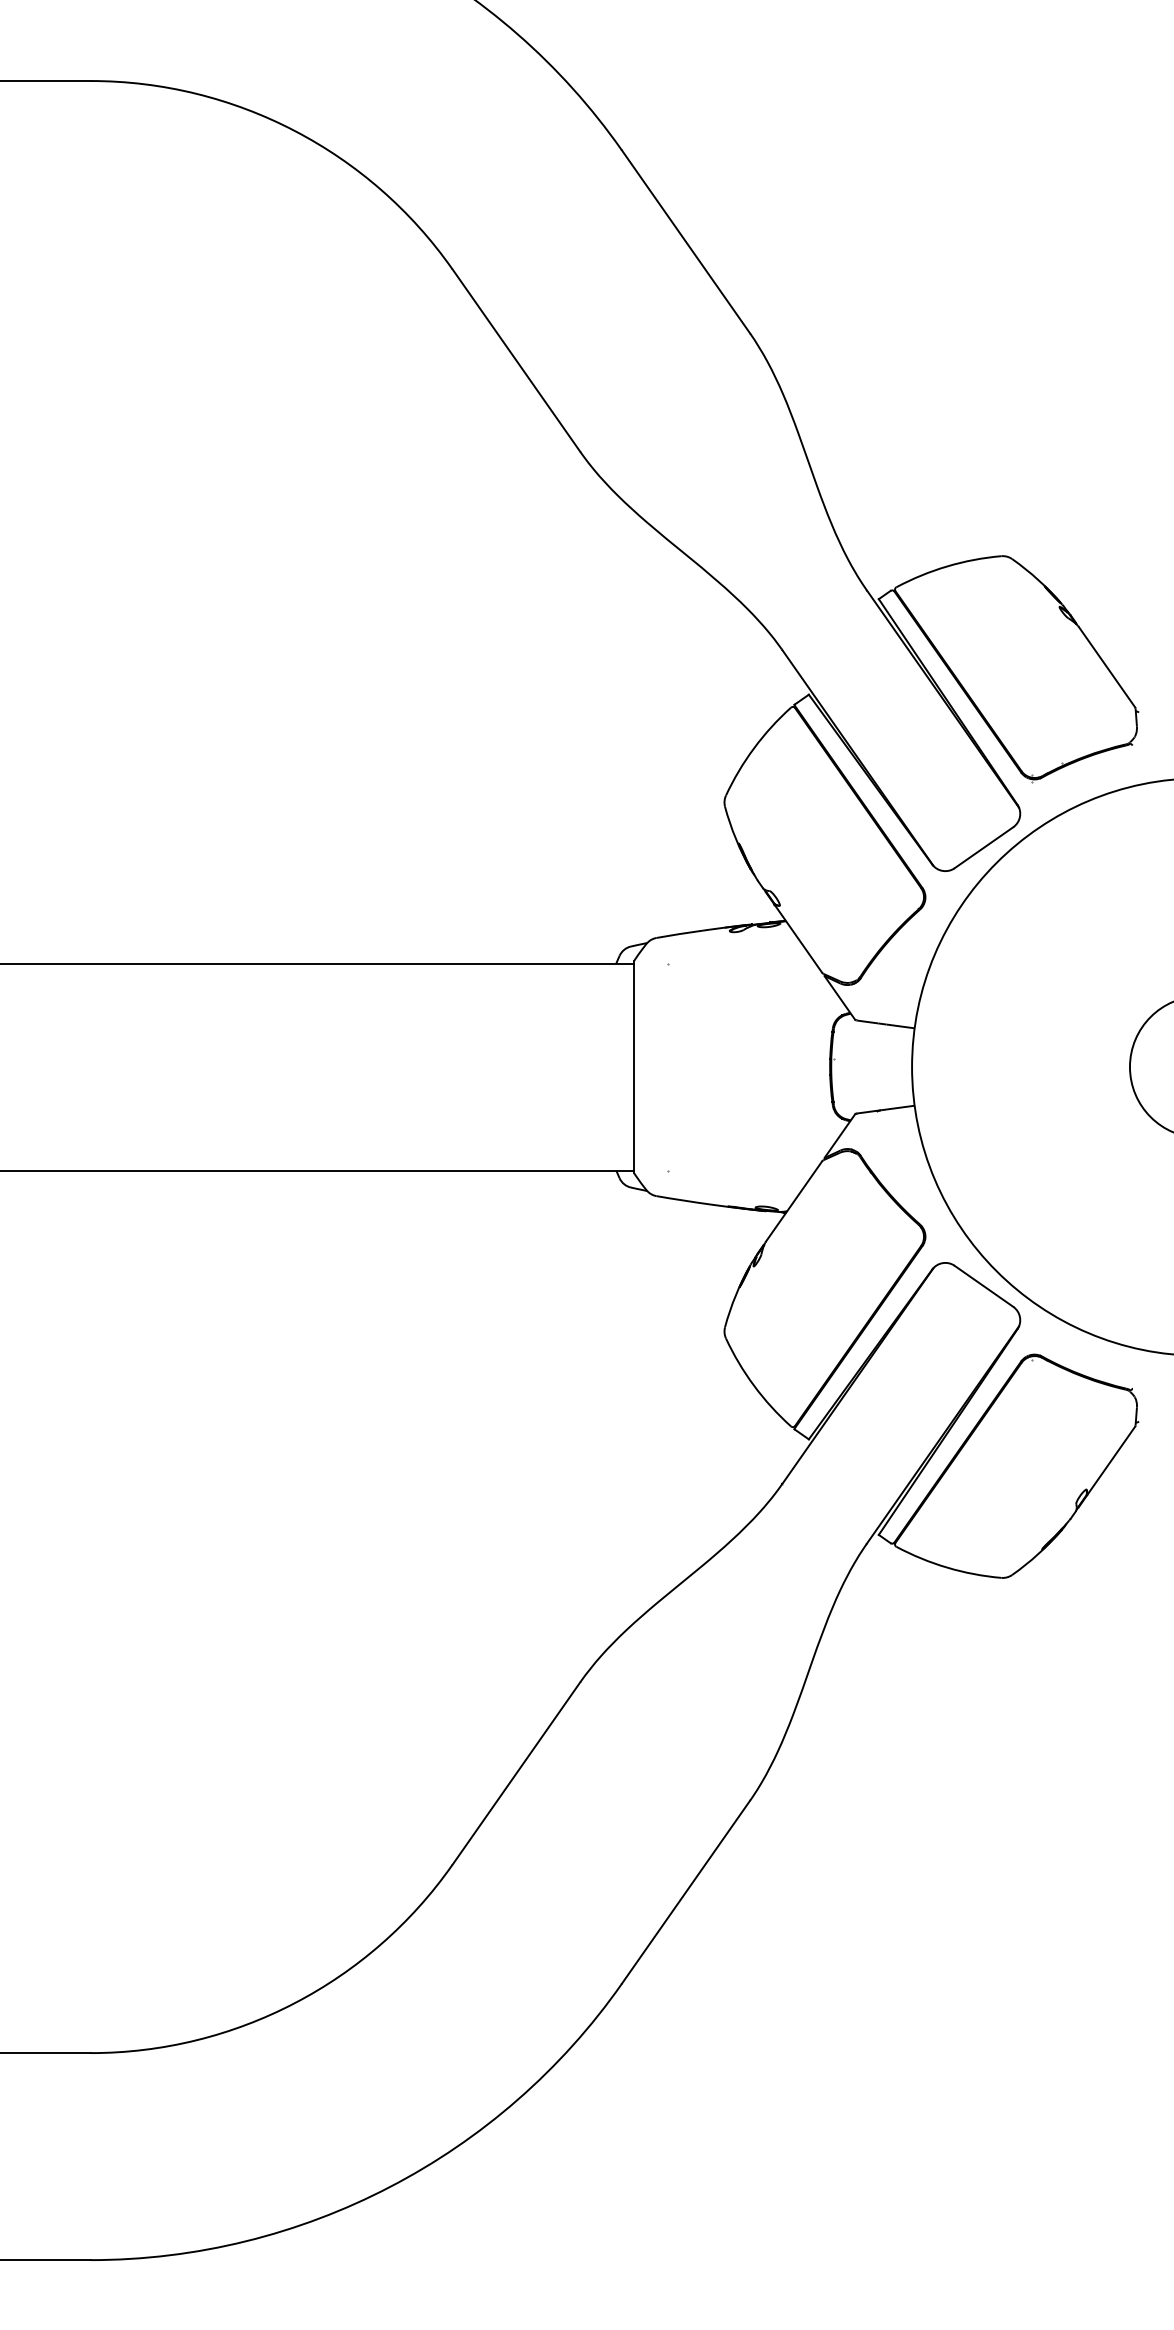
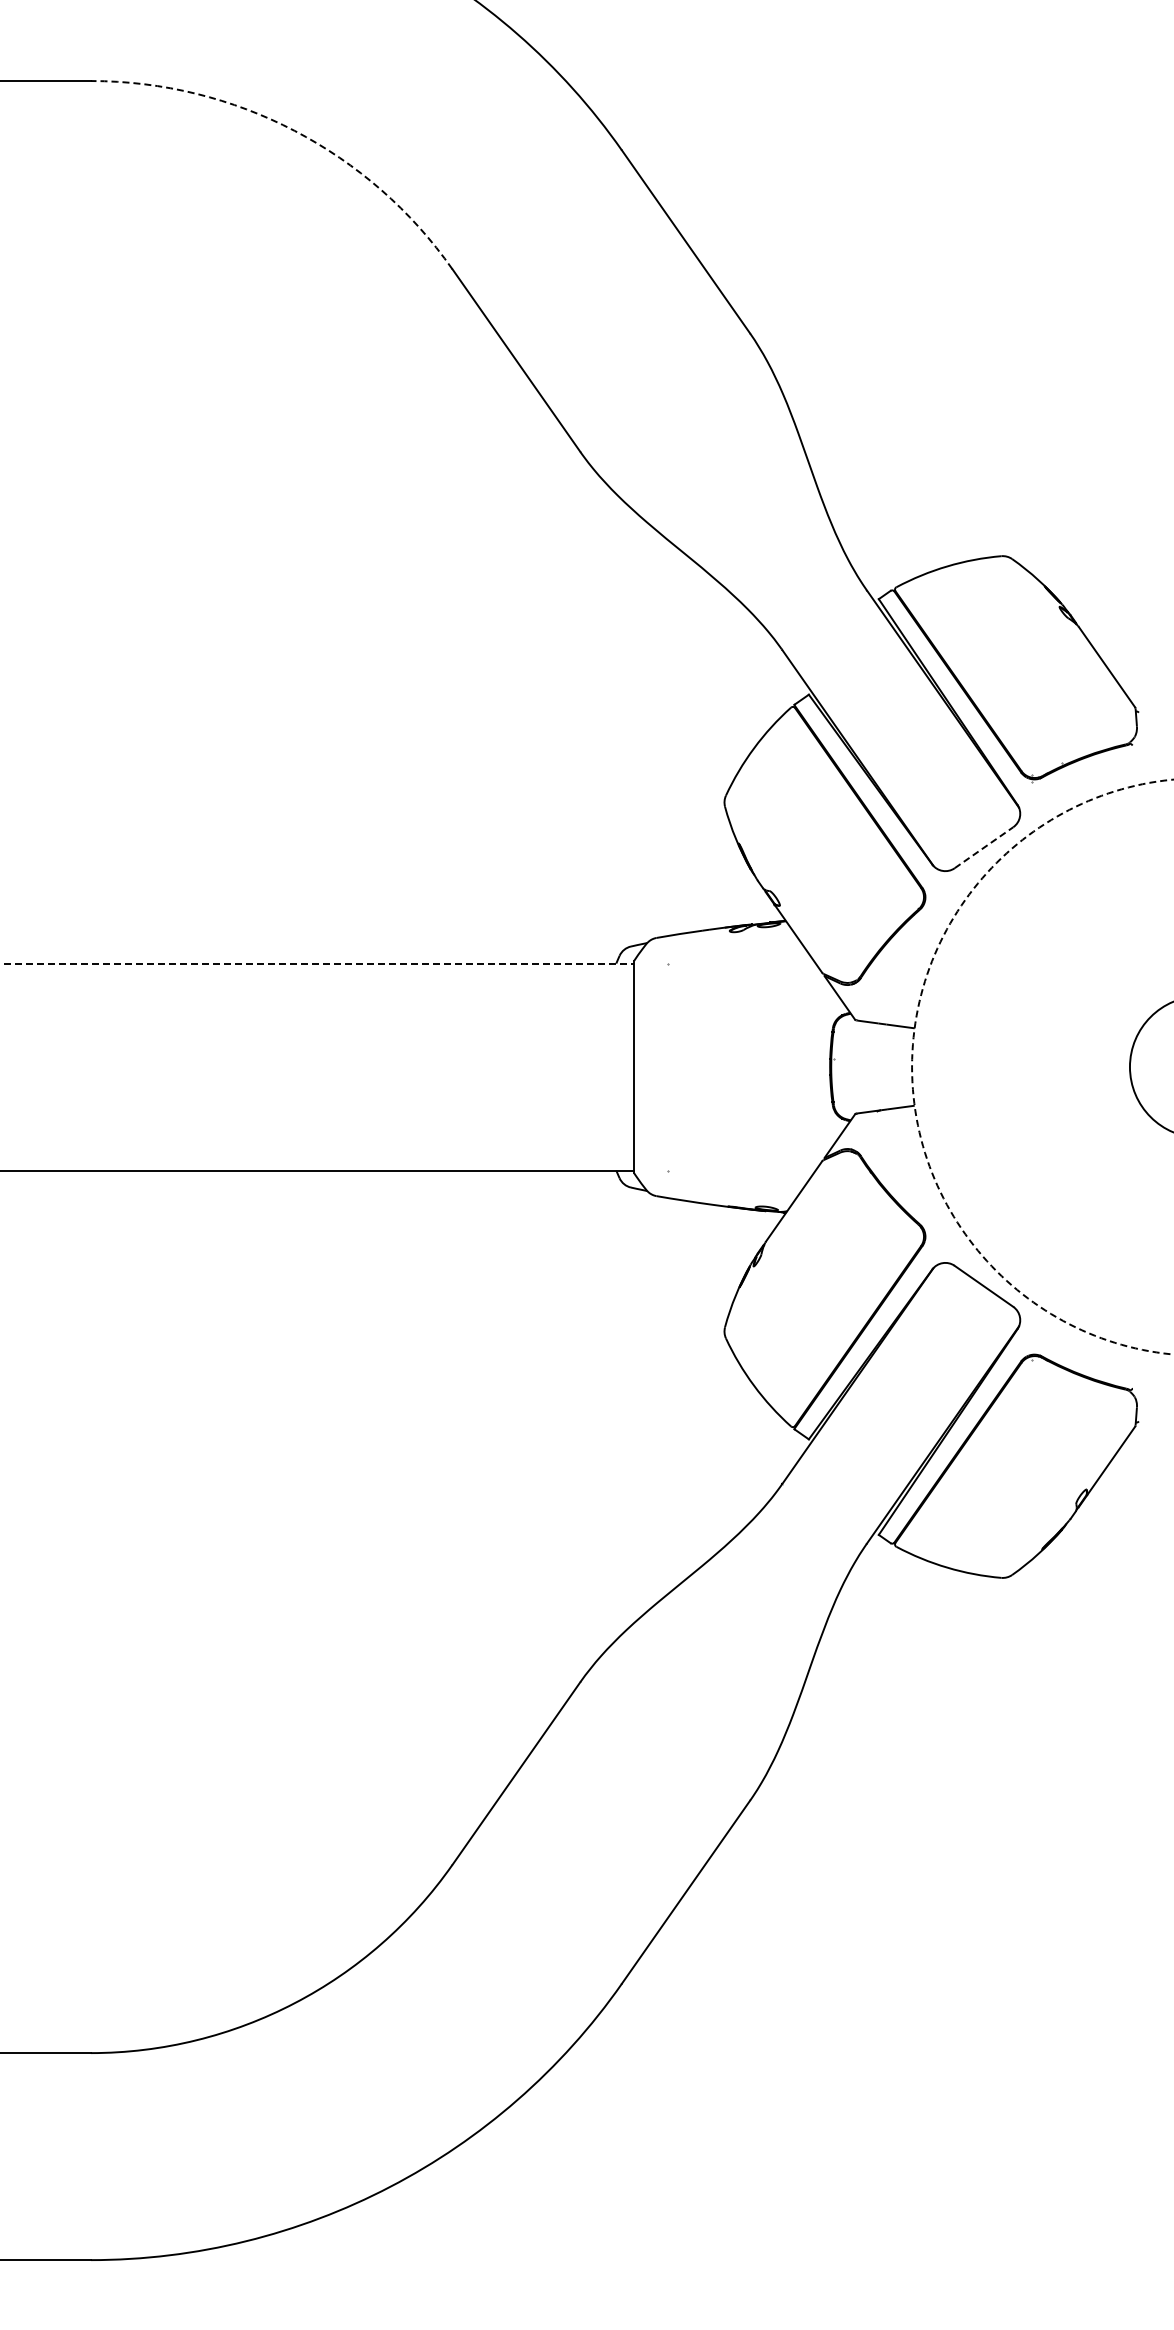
arc at (294, 130): solid -> dashed
line at (984, 847): solid -> dashed
line at (317, 963): solid -> dashed
circle at (1042, 1066): solid -> dashed
